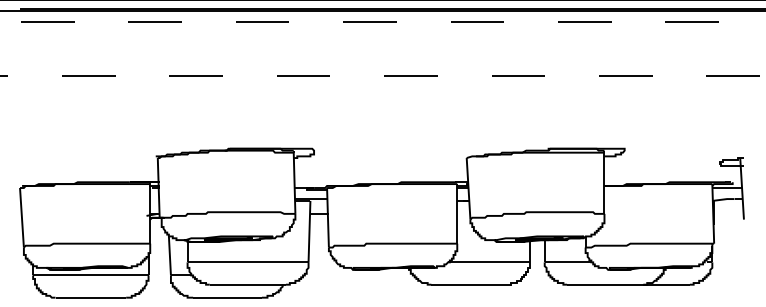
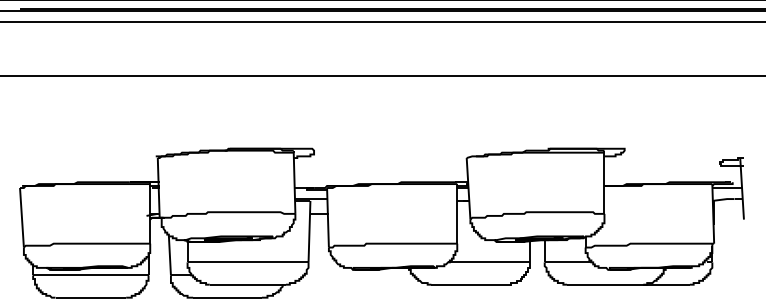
line at (382, 22): dashed -> solid
line at (383, 76): dashed -> solid
